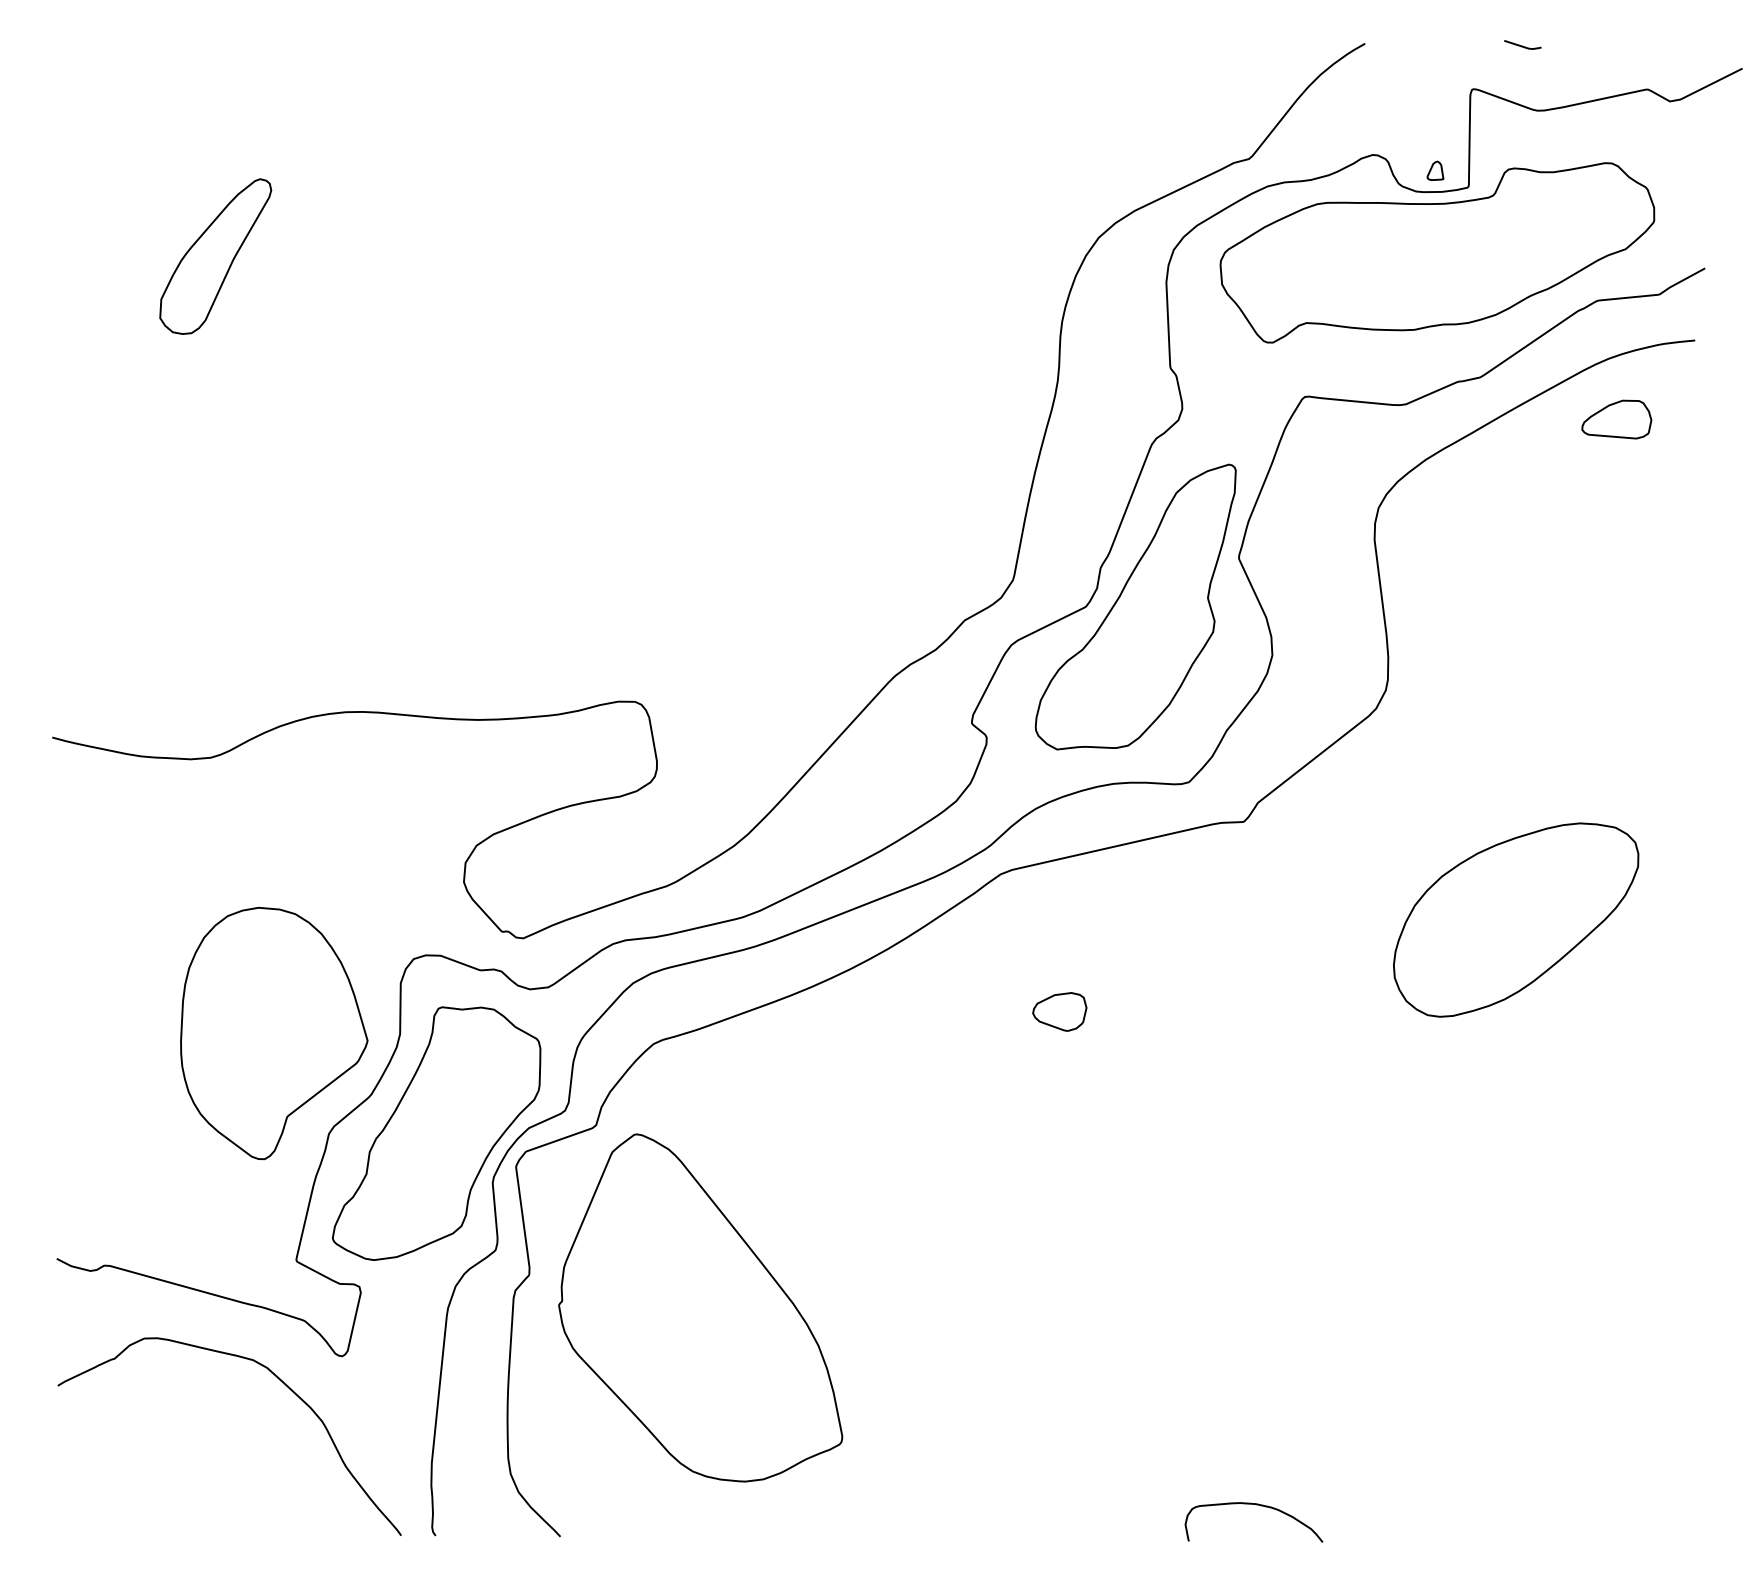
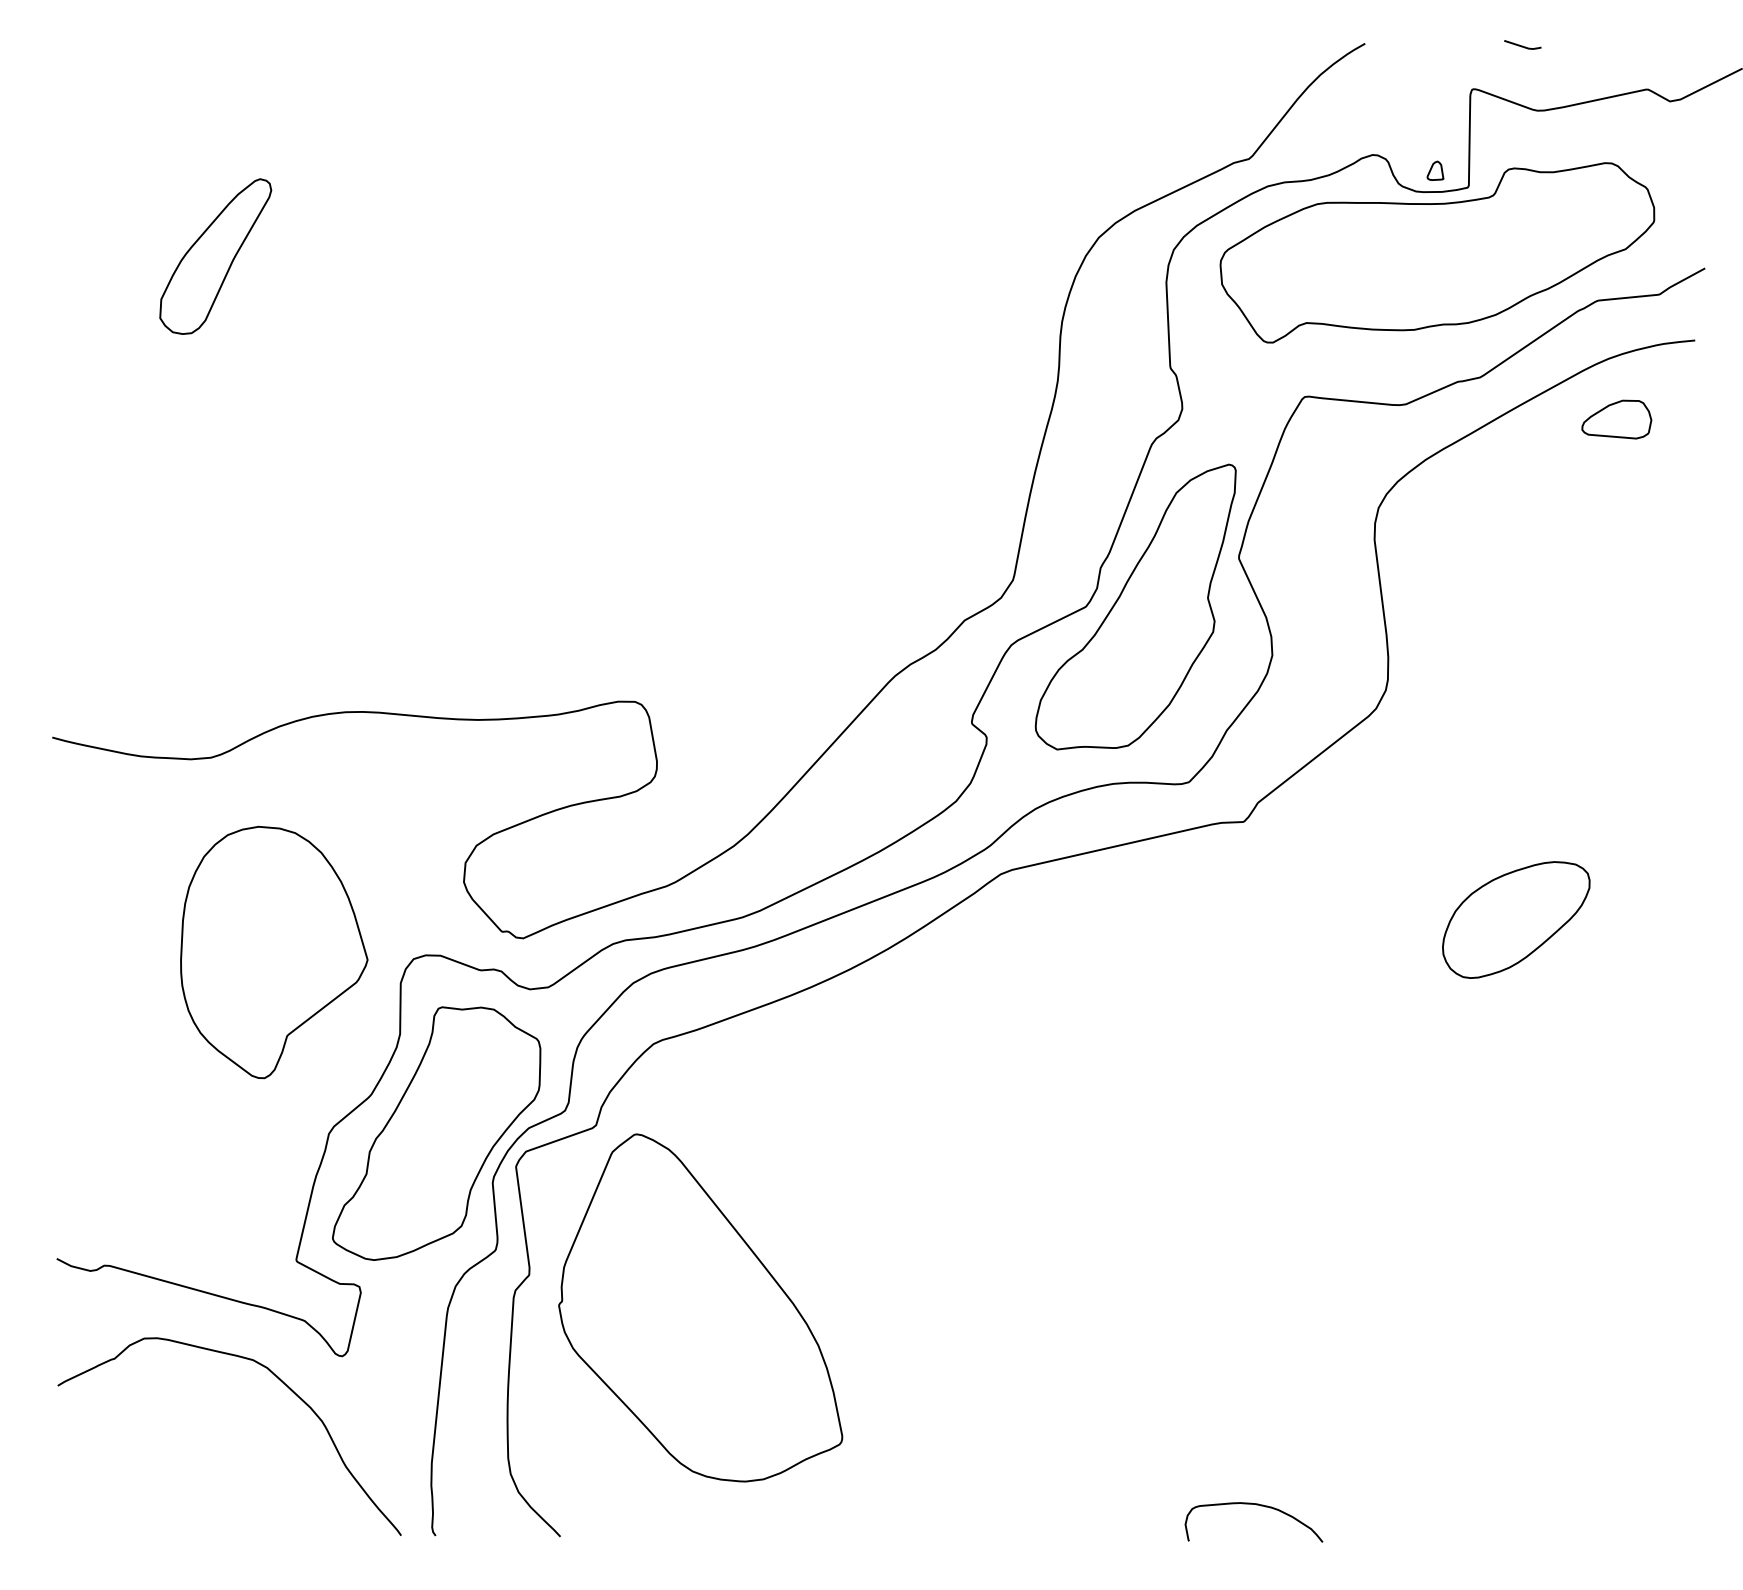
part at (1516, 919) size: 247x196 px -> 149x118 px
part at (1059, 1011): present -> none
part at (274, 1033) position: (274, 1033) -> (274, 952)
